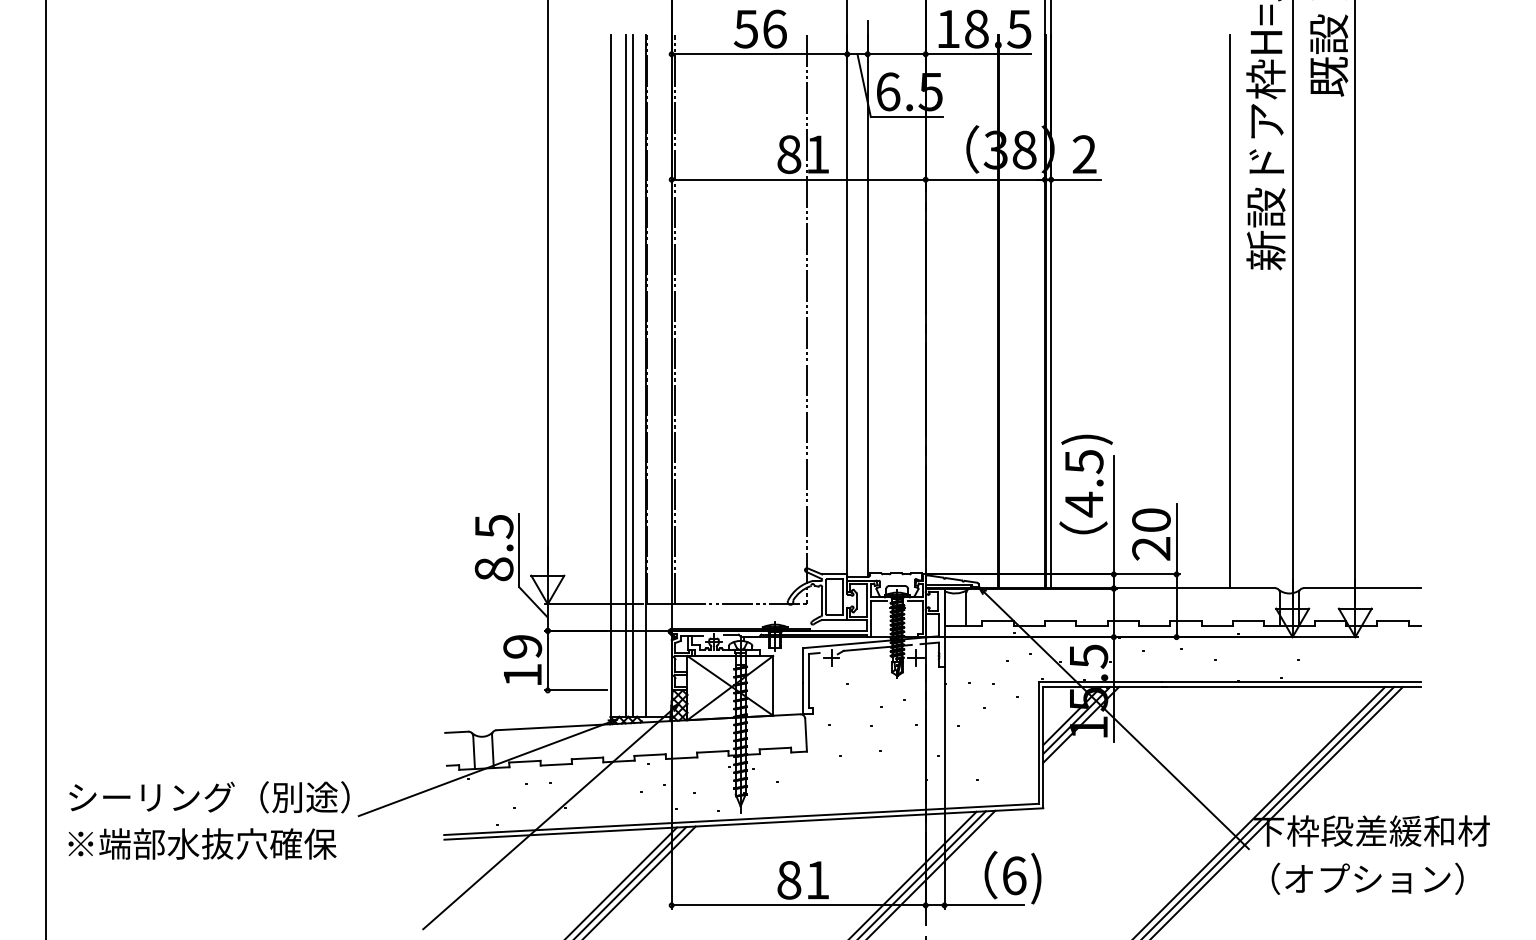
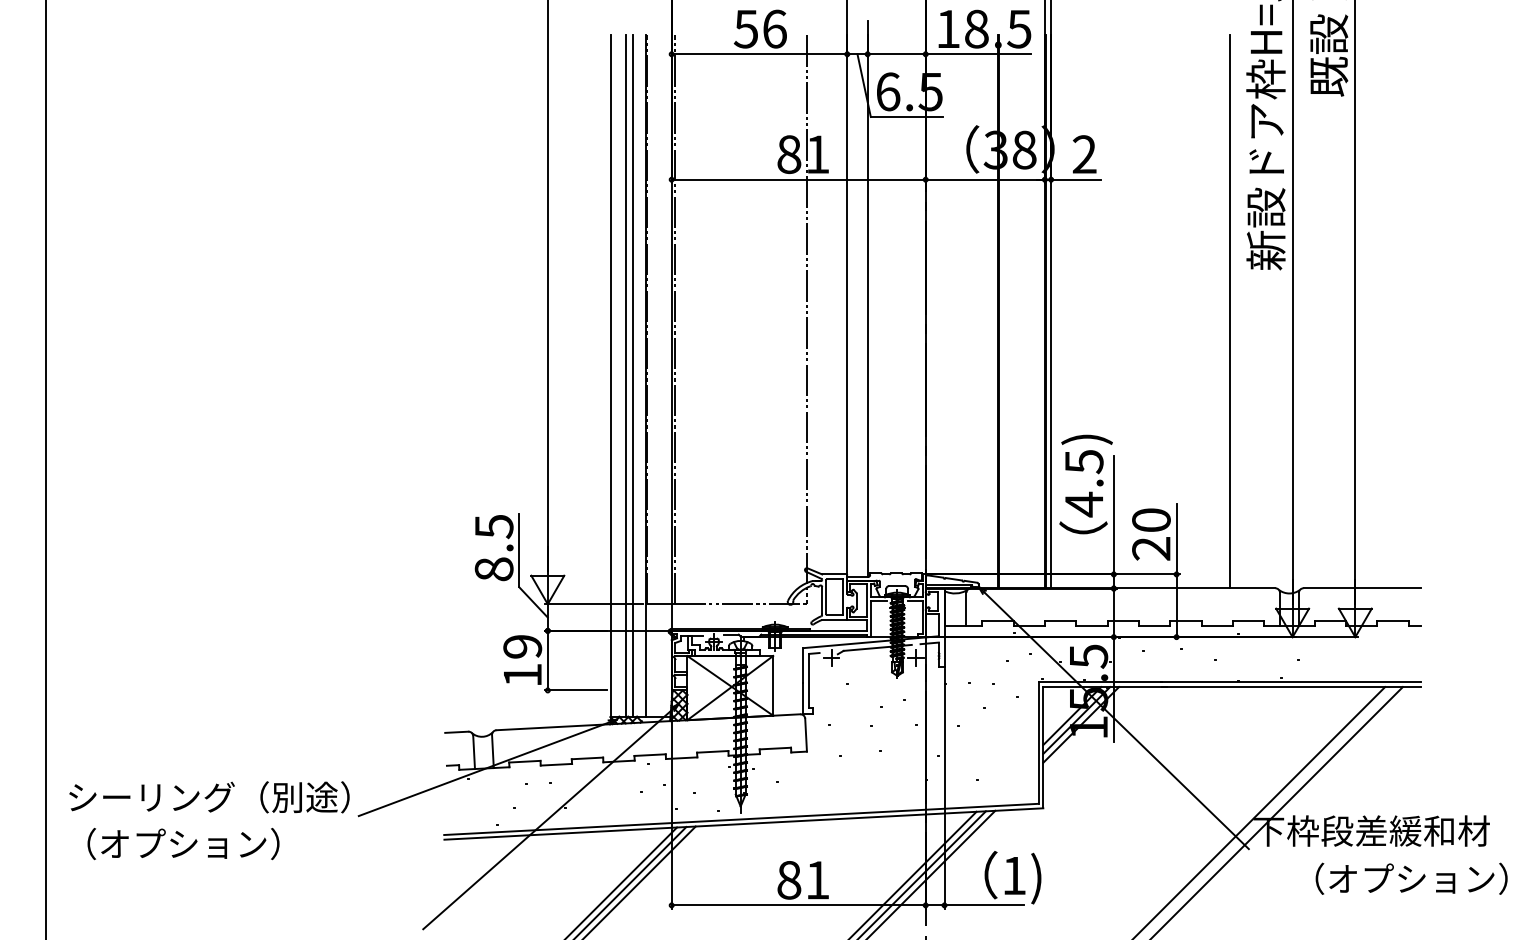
line at (1269, 811): present -> none
text at (202, 843): ※端部水抜穴確保 -> （オプション）
text at (1014, 875): 6) -> 1)
text at (1367, 878) position: (1367, 878) -> (1411, 878)
